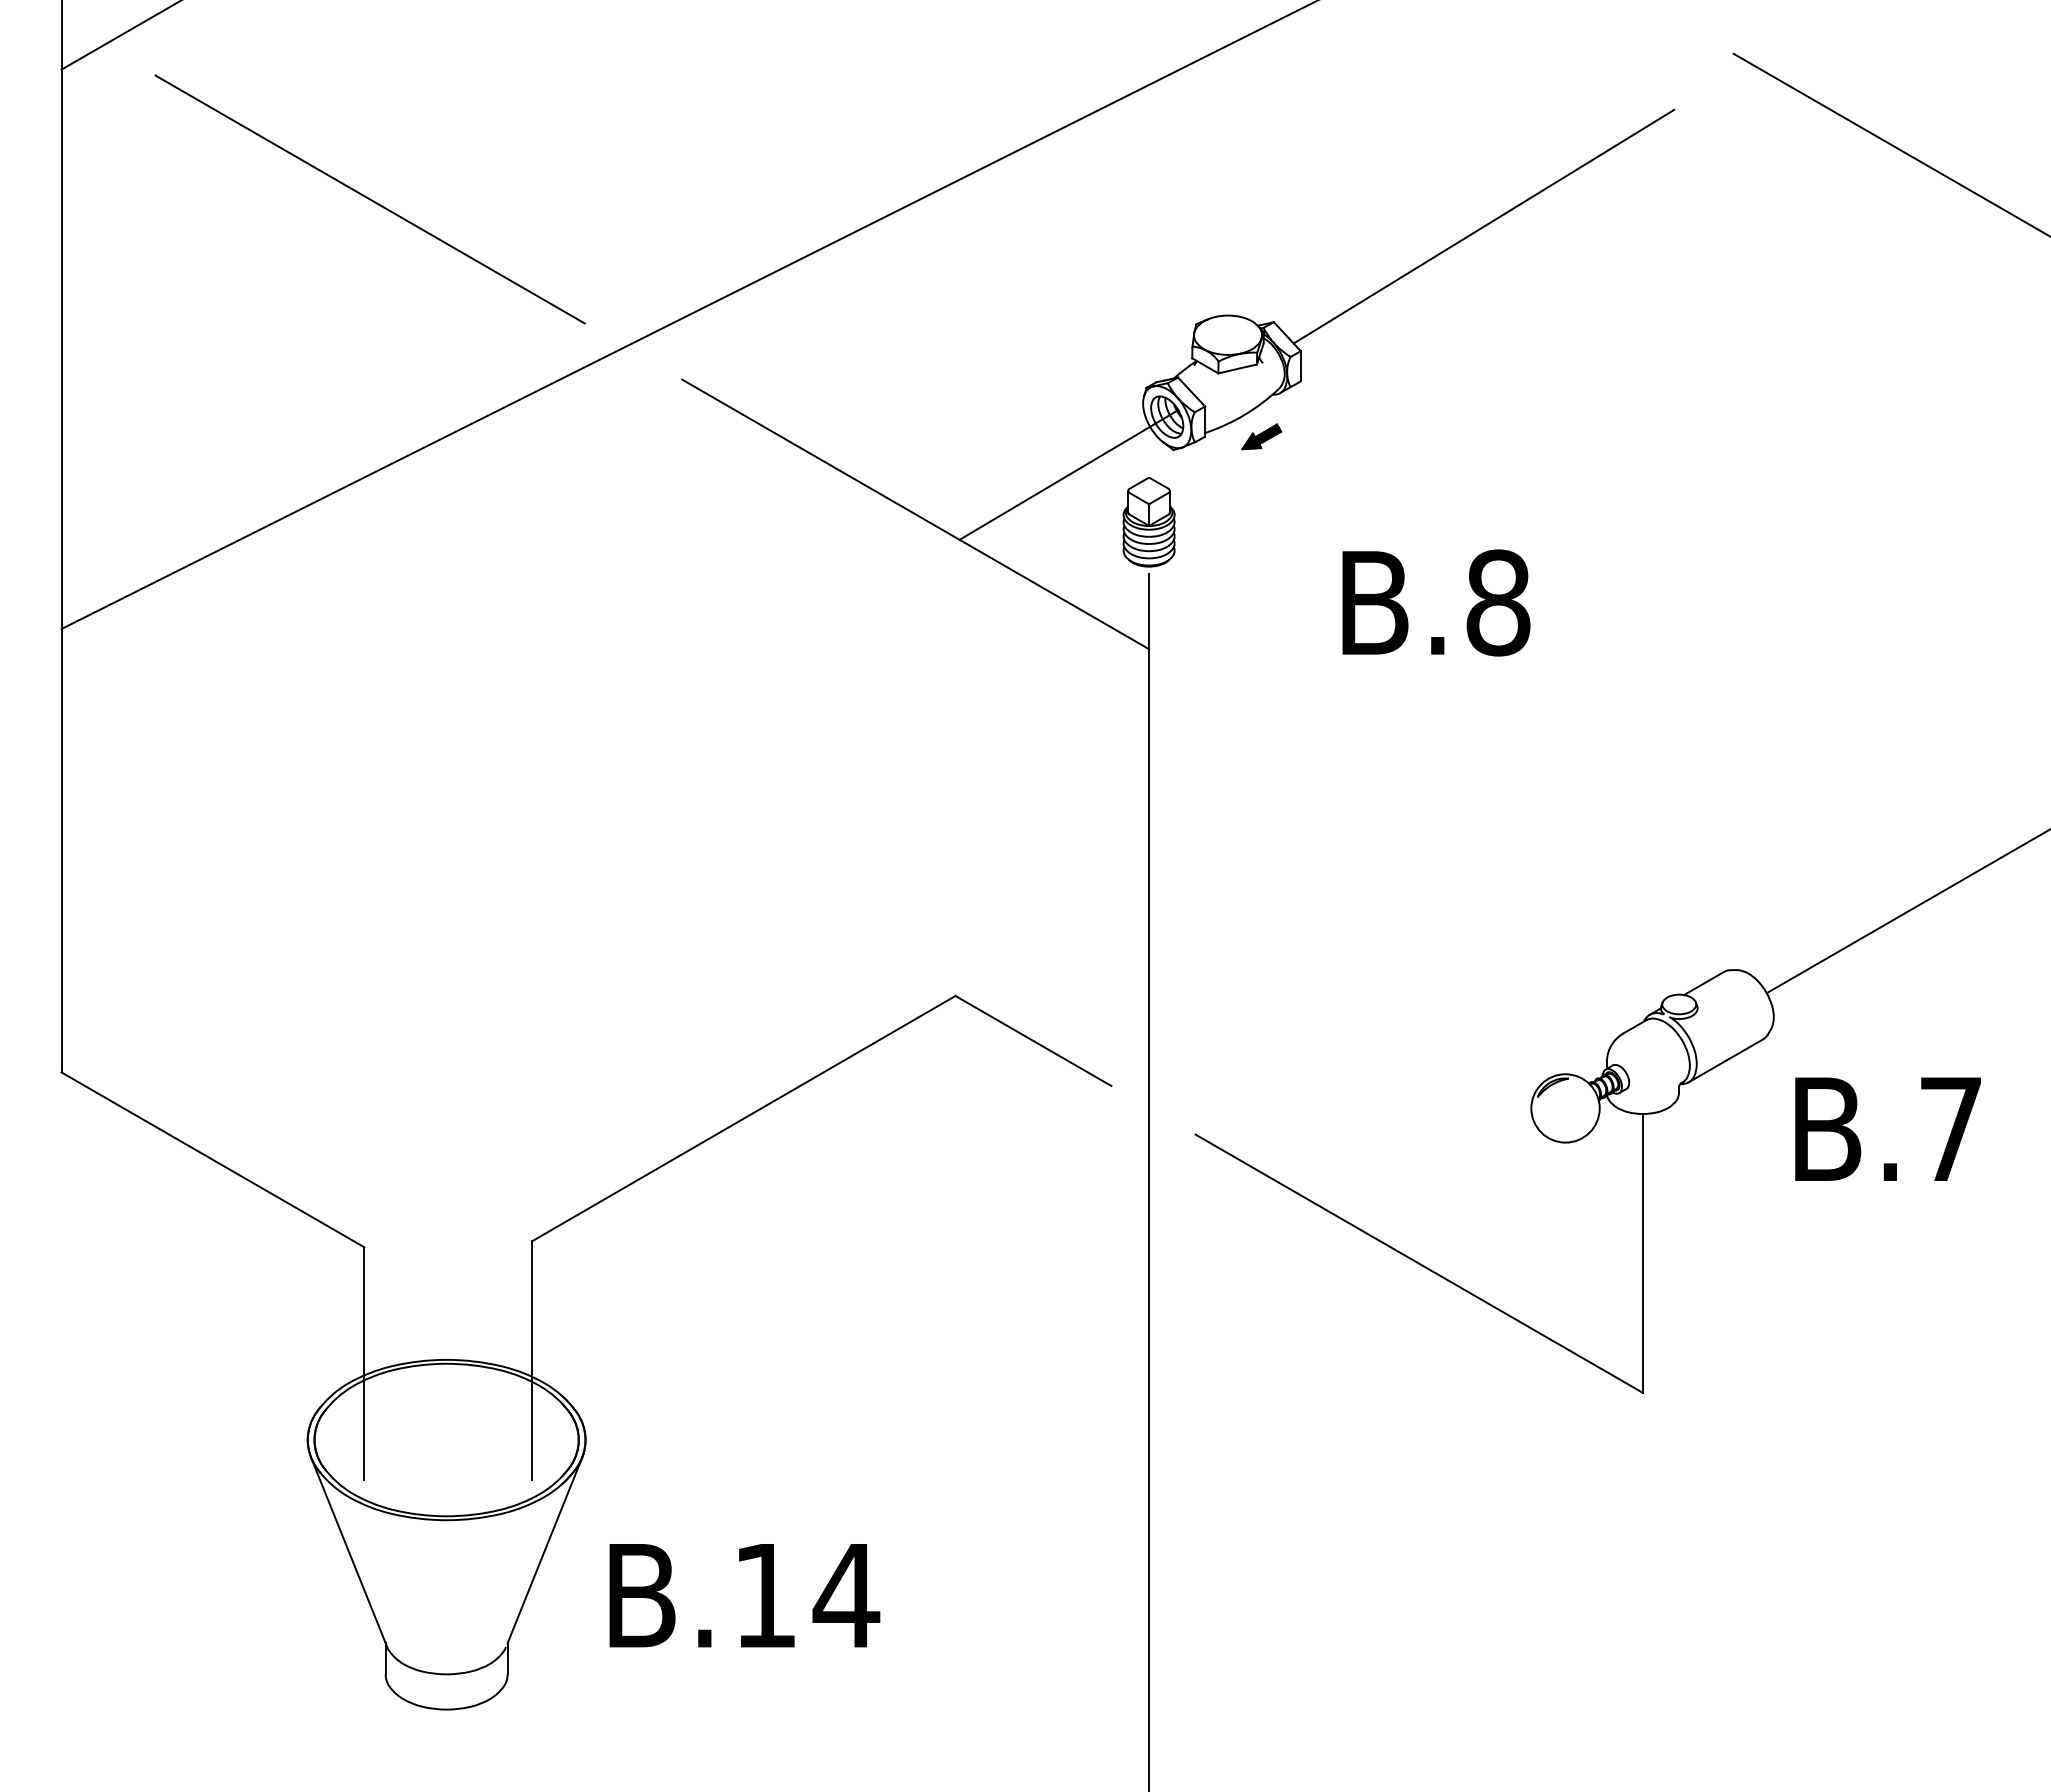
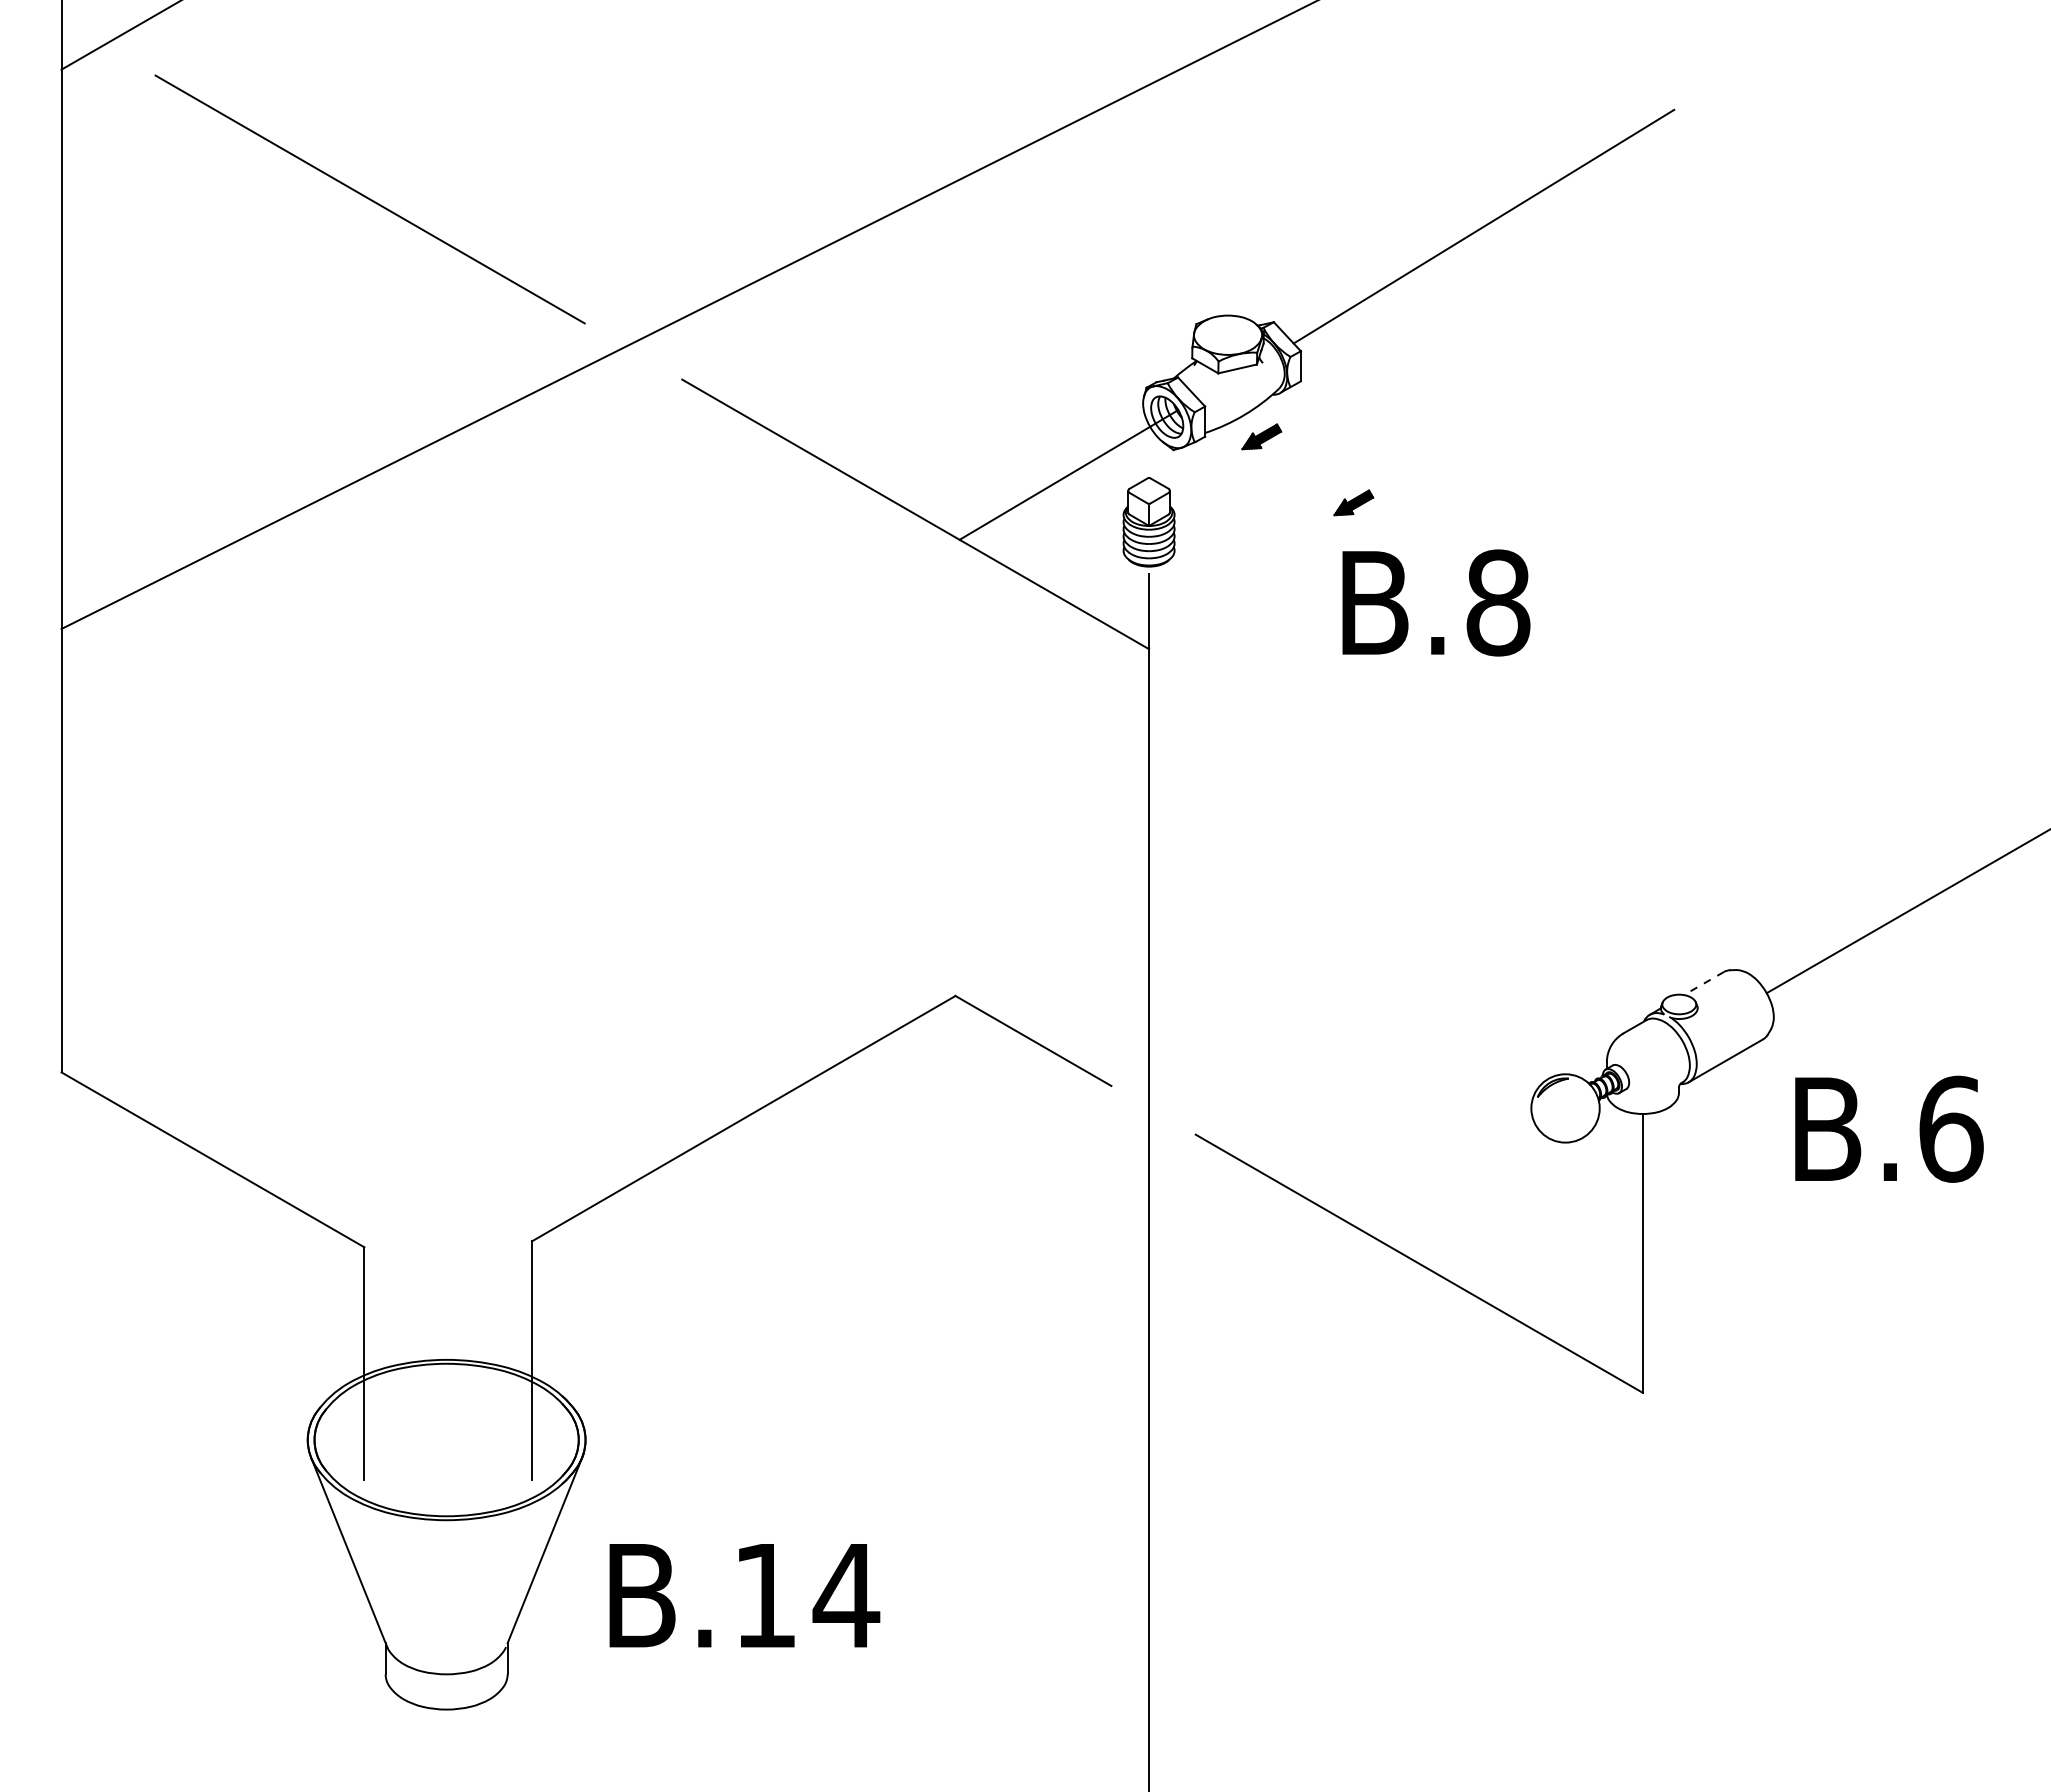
line at (1890, 143): present -> none
part at (1353, 502): none -> present
line at (1703, 983): solid -> dashed
text at (1951, 1128): B.7 -> B.6
